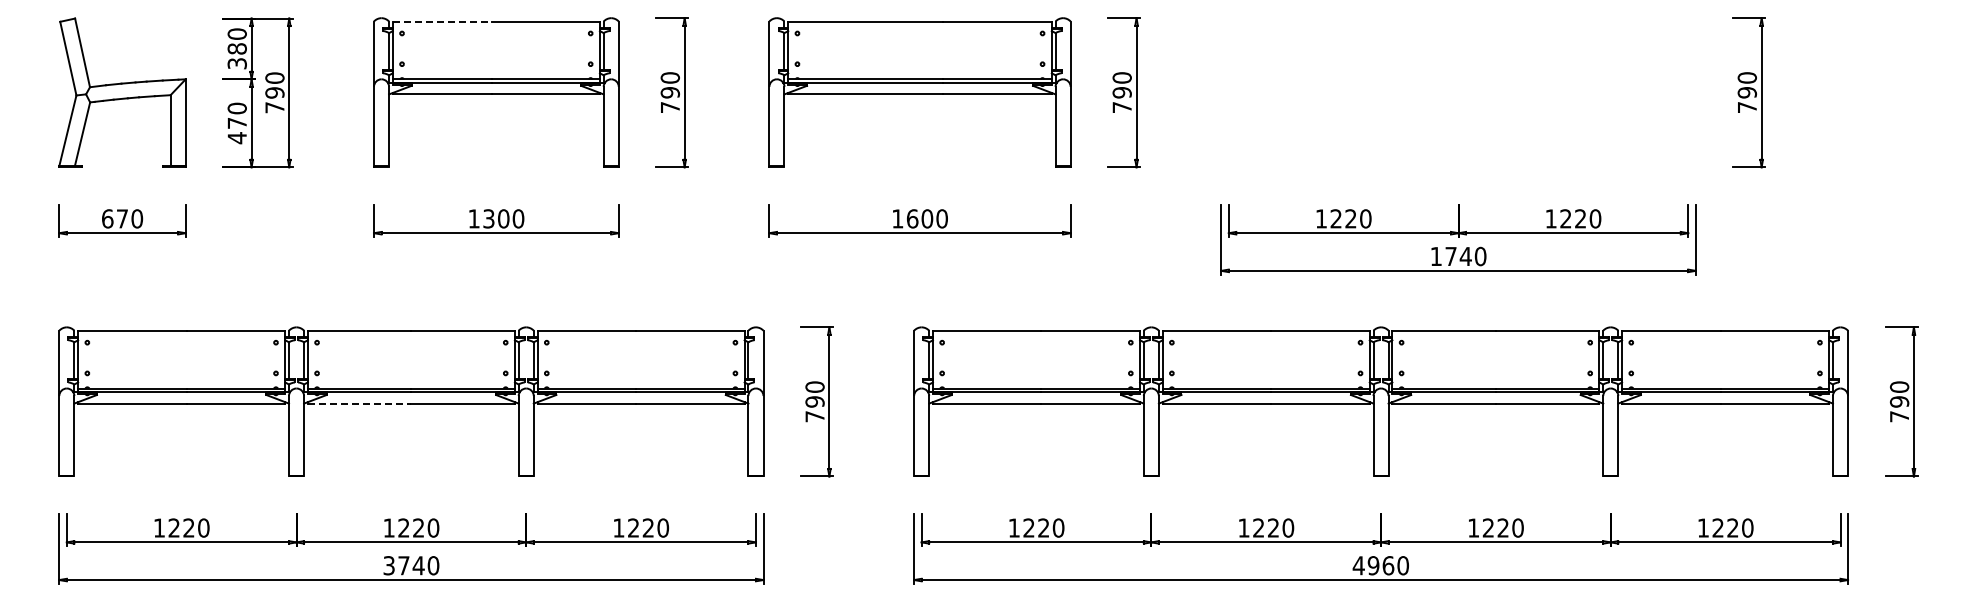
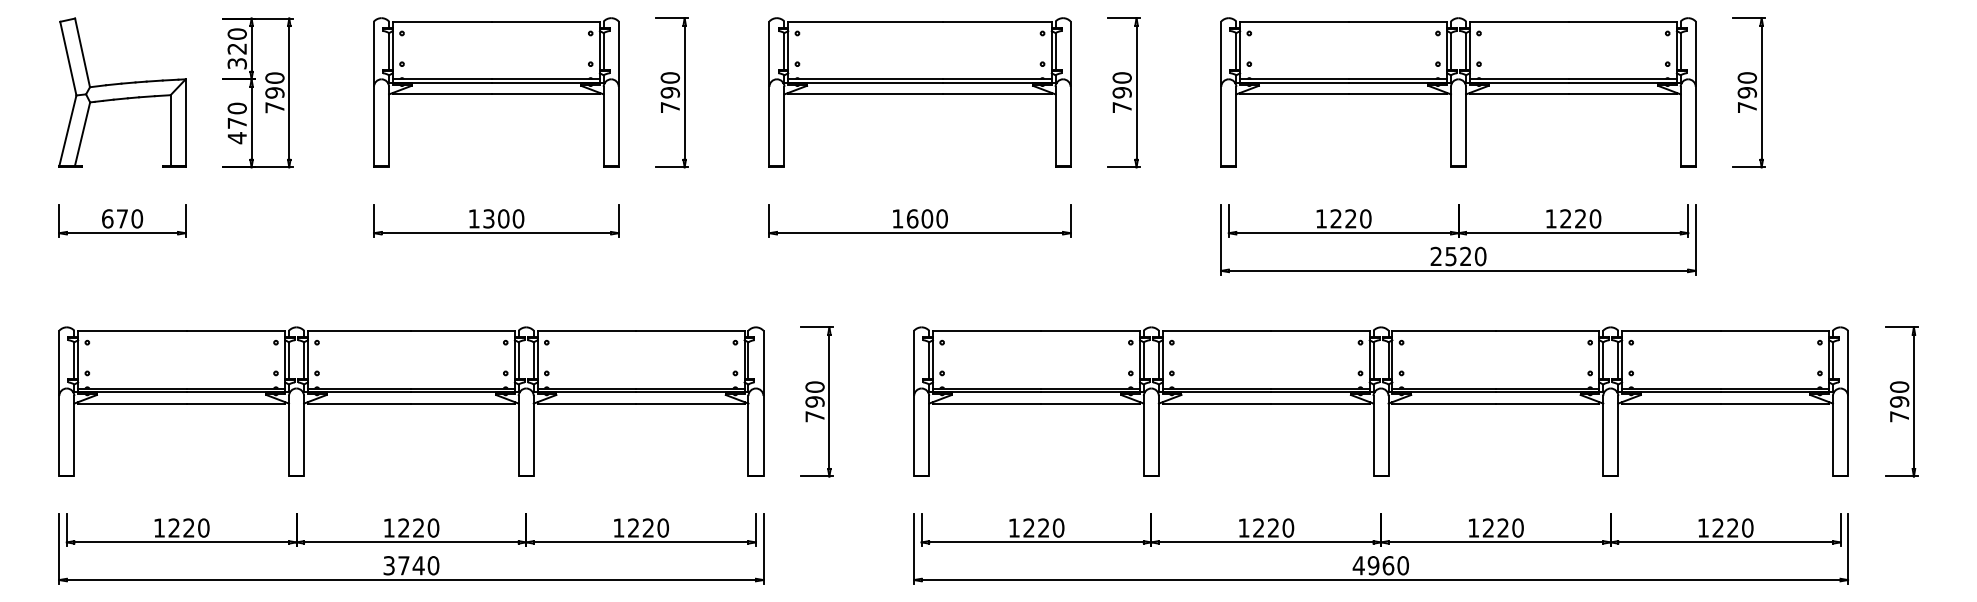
line at (442, 21): dashed -> solid
text at (236, 48): 380 -> 320
part at (1458, 92): none -> present
text at (1450, 256): 1740 -> 2520
line at (359, 403): dashed -> solid
